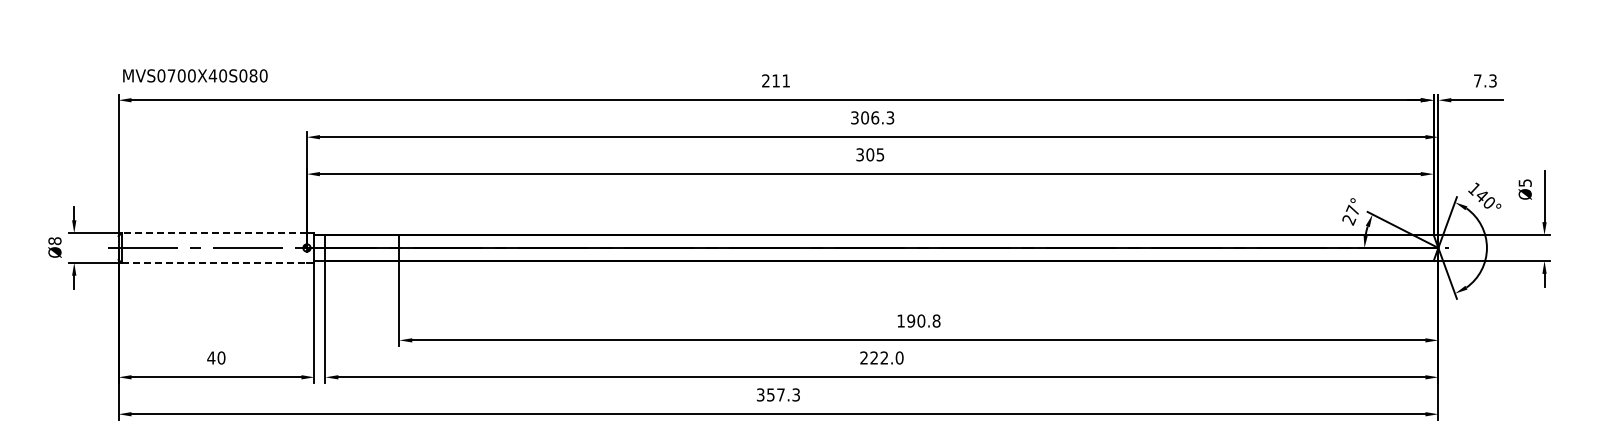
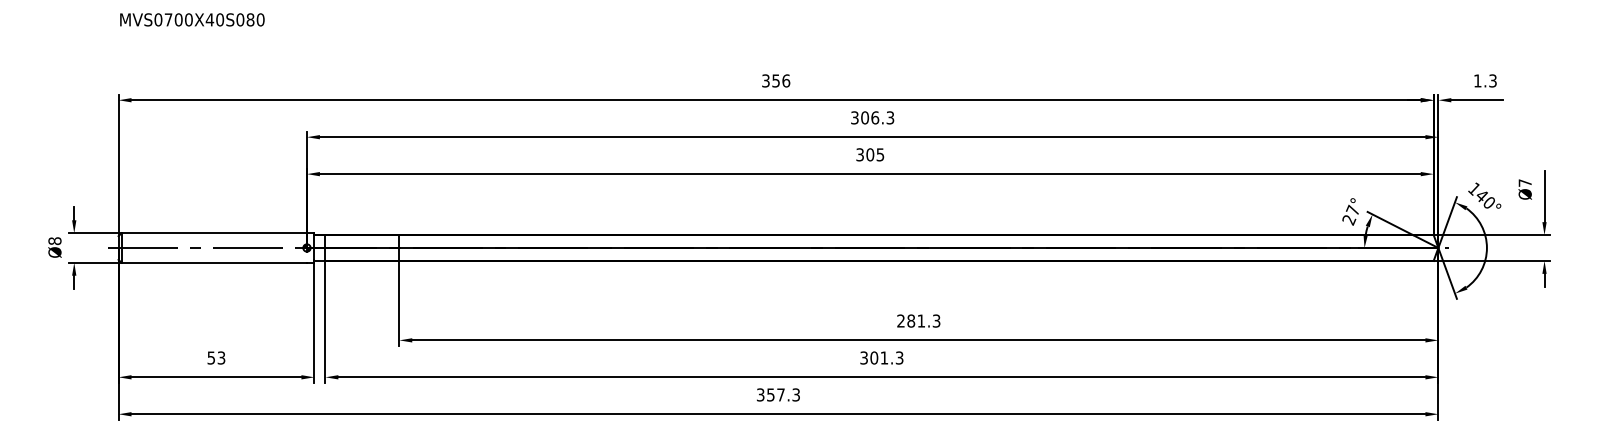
text at (195, 75) position: (195, 75) -> (192, 19)
text at (776, 80): 211 -> 356
text at (1477, 80): 7.3 -> 1.3
text at (1524, 182): Ø5 -> Ø7
line at (214, 233): dashed -> solid
line at (214, 262): dashed -> solid
text at (918, 320): 190.8 -> 281.3
text at (216, 357): 40 -> 53
text at (881, 357): 222.0 -> 301.3
